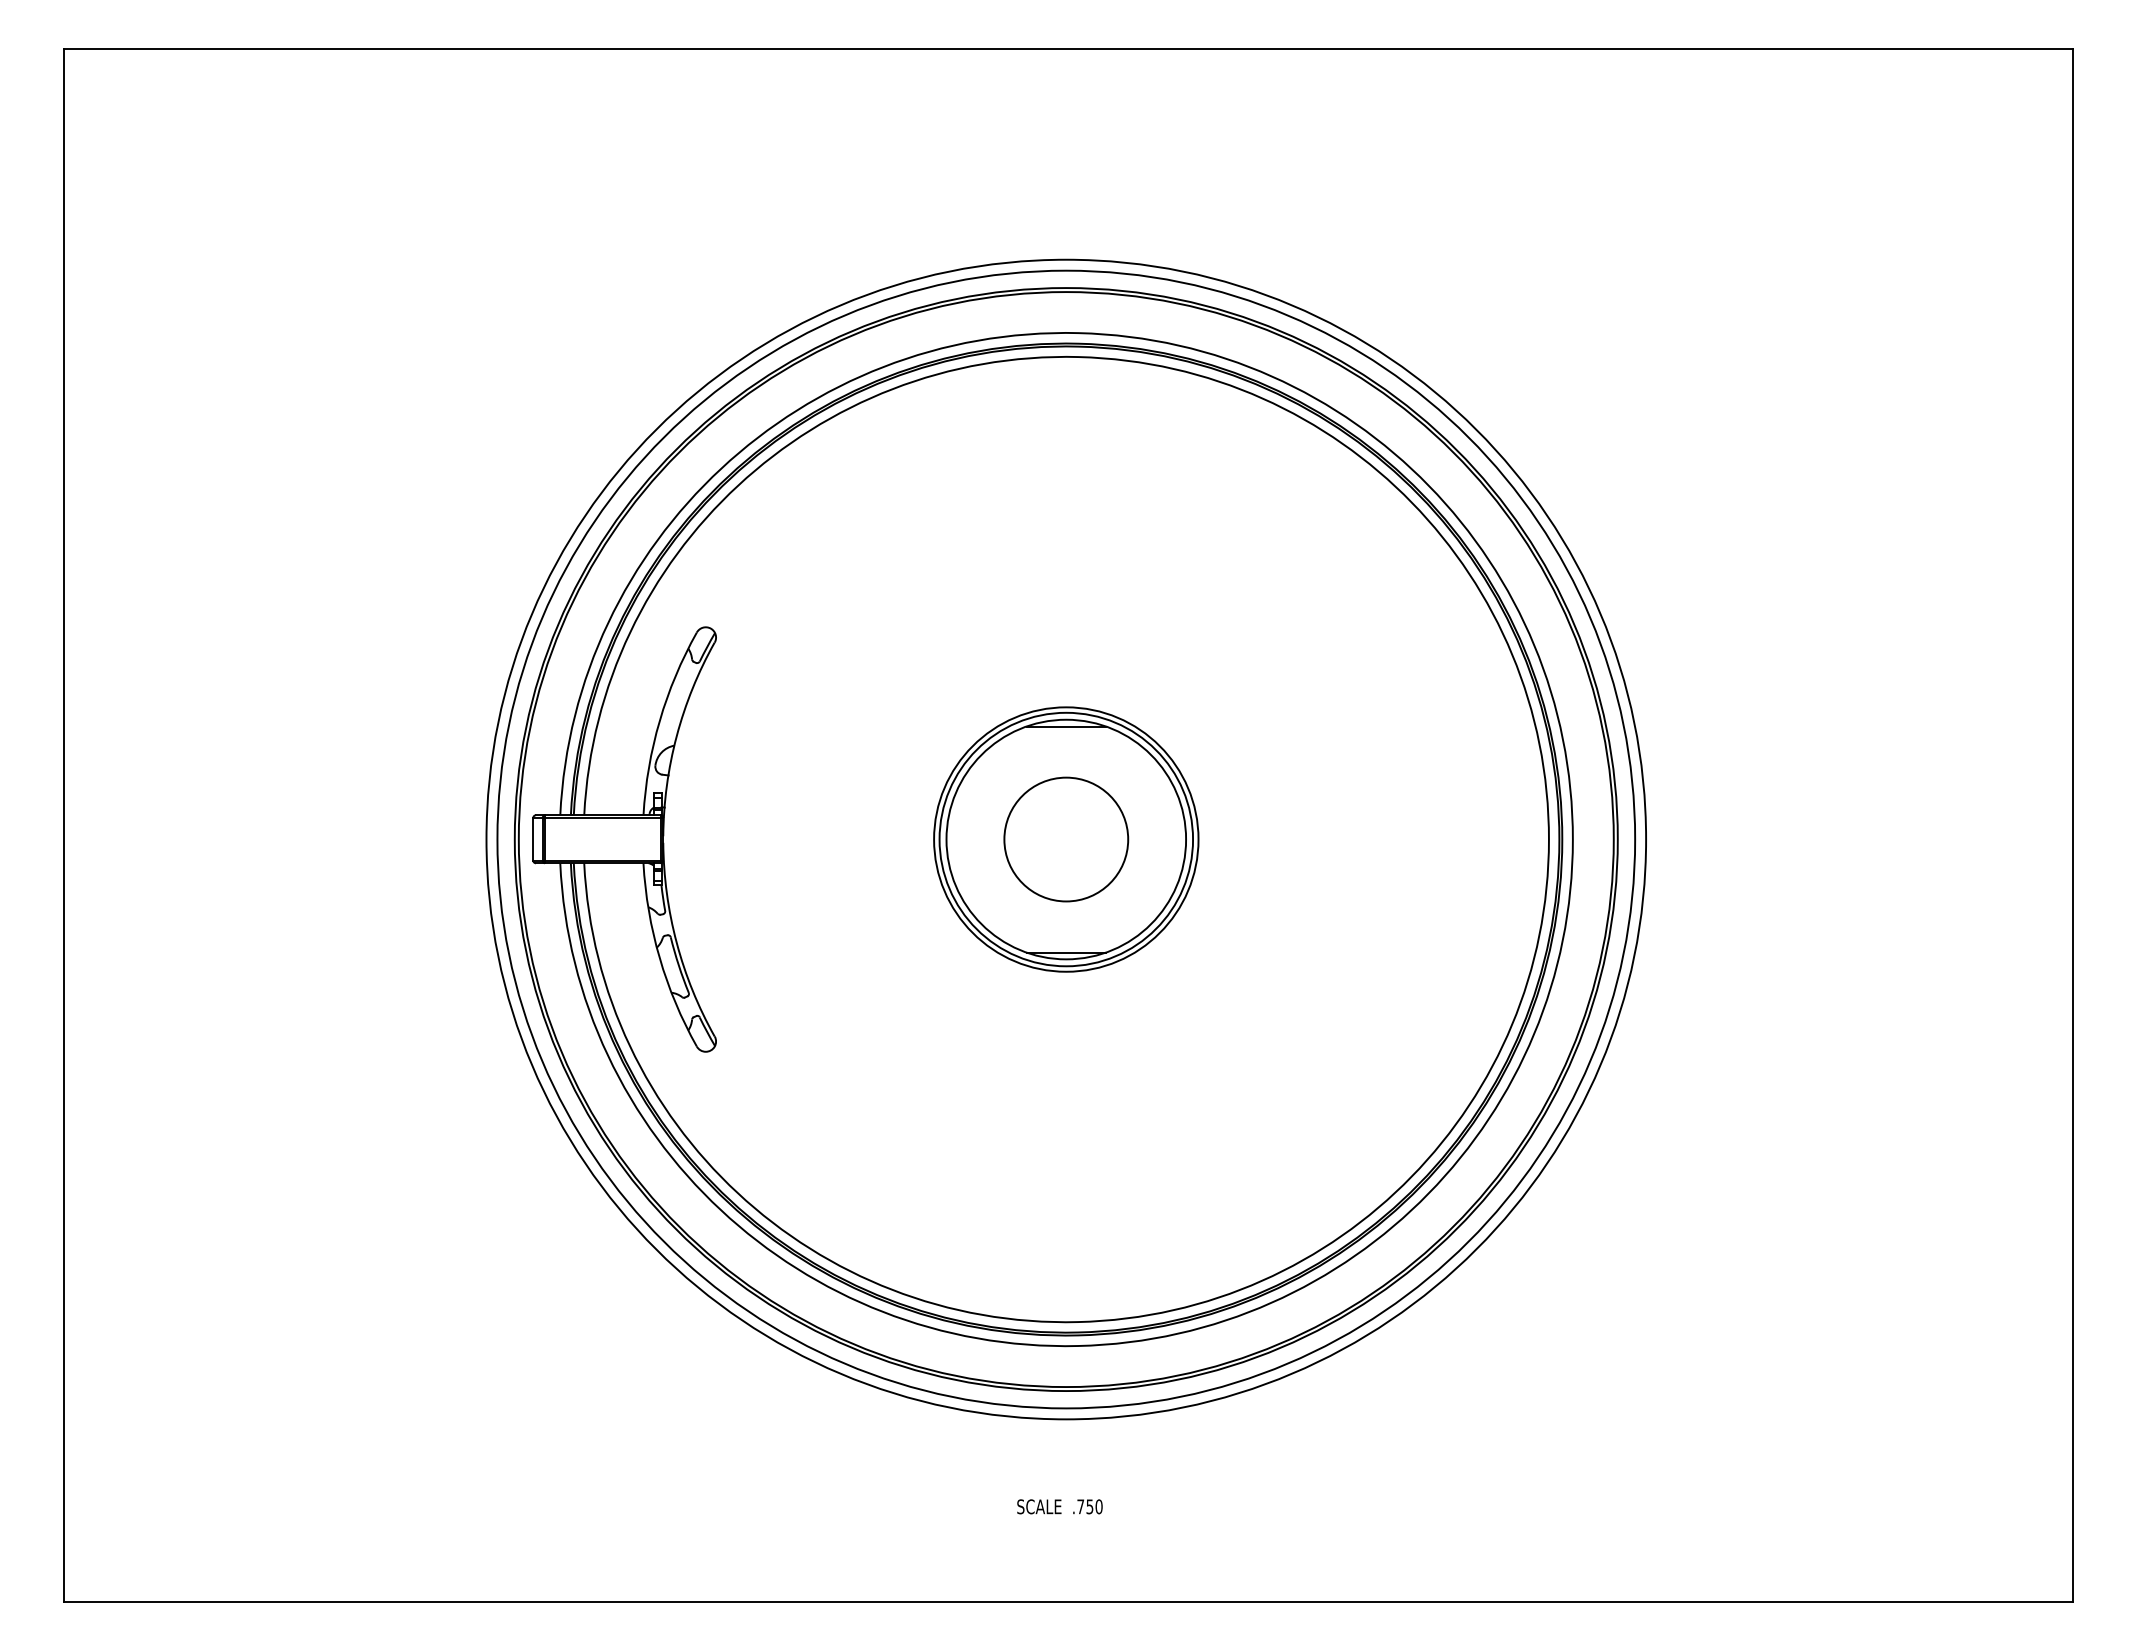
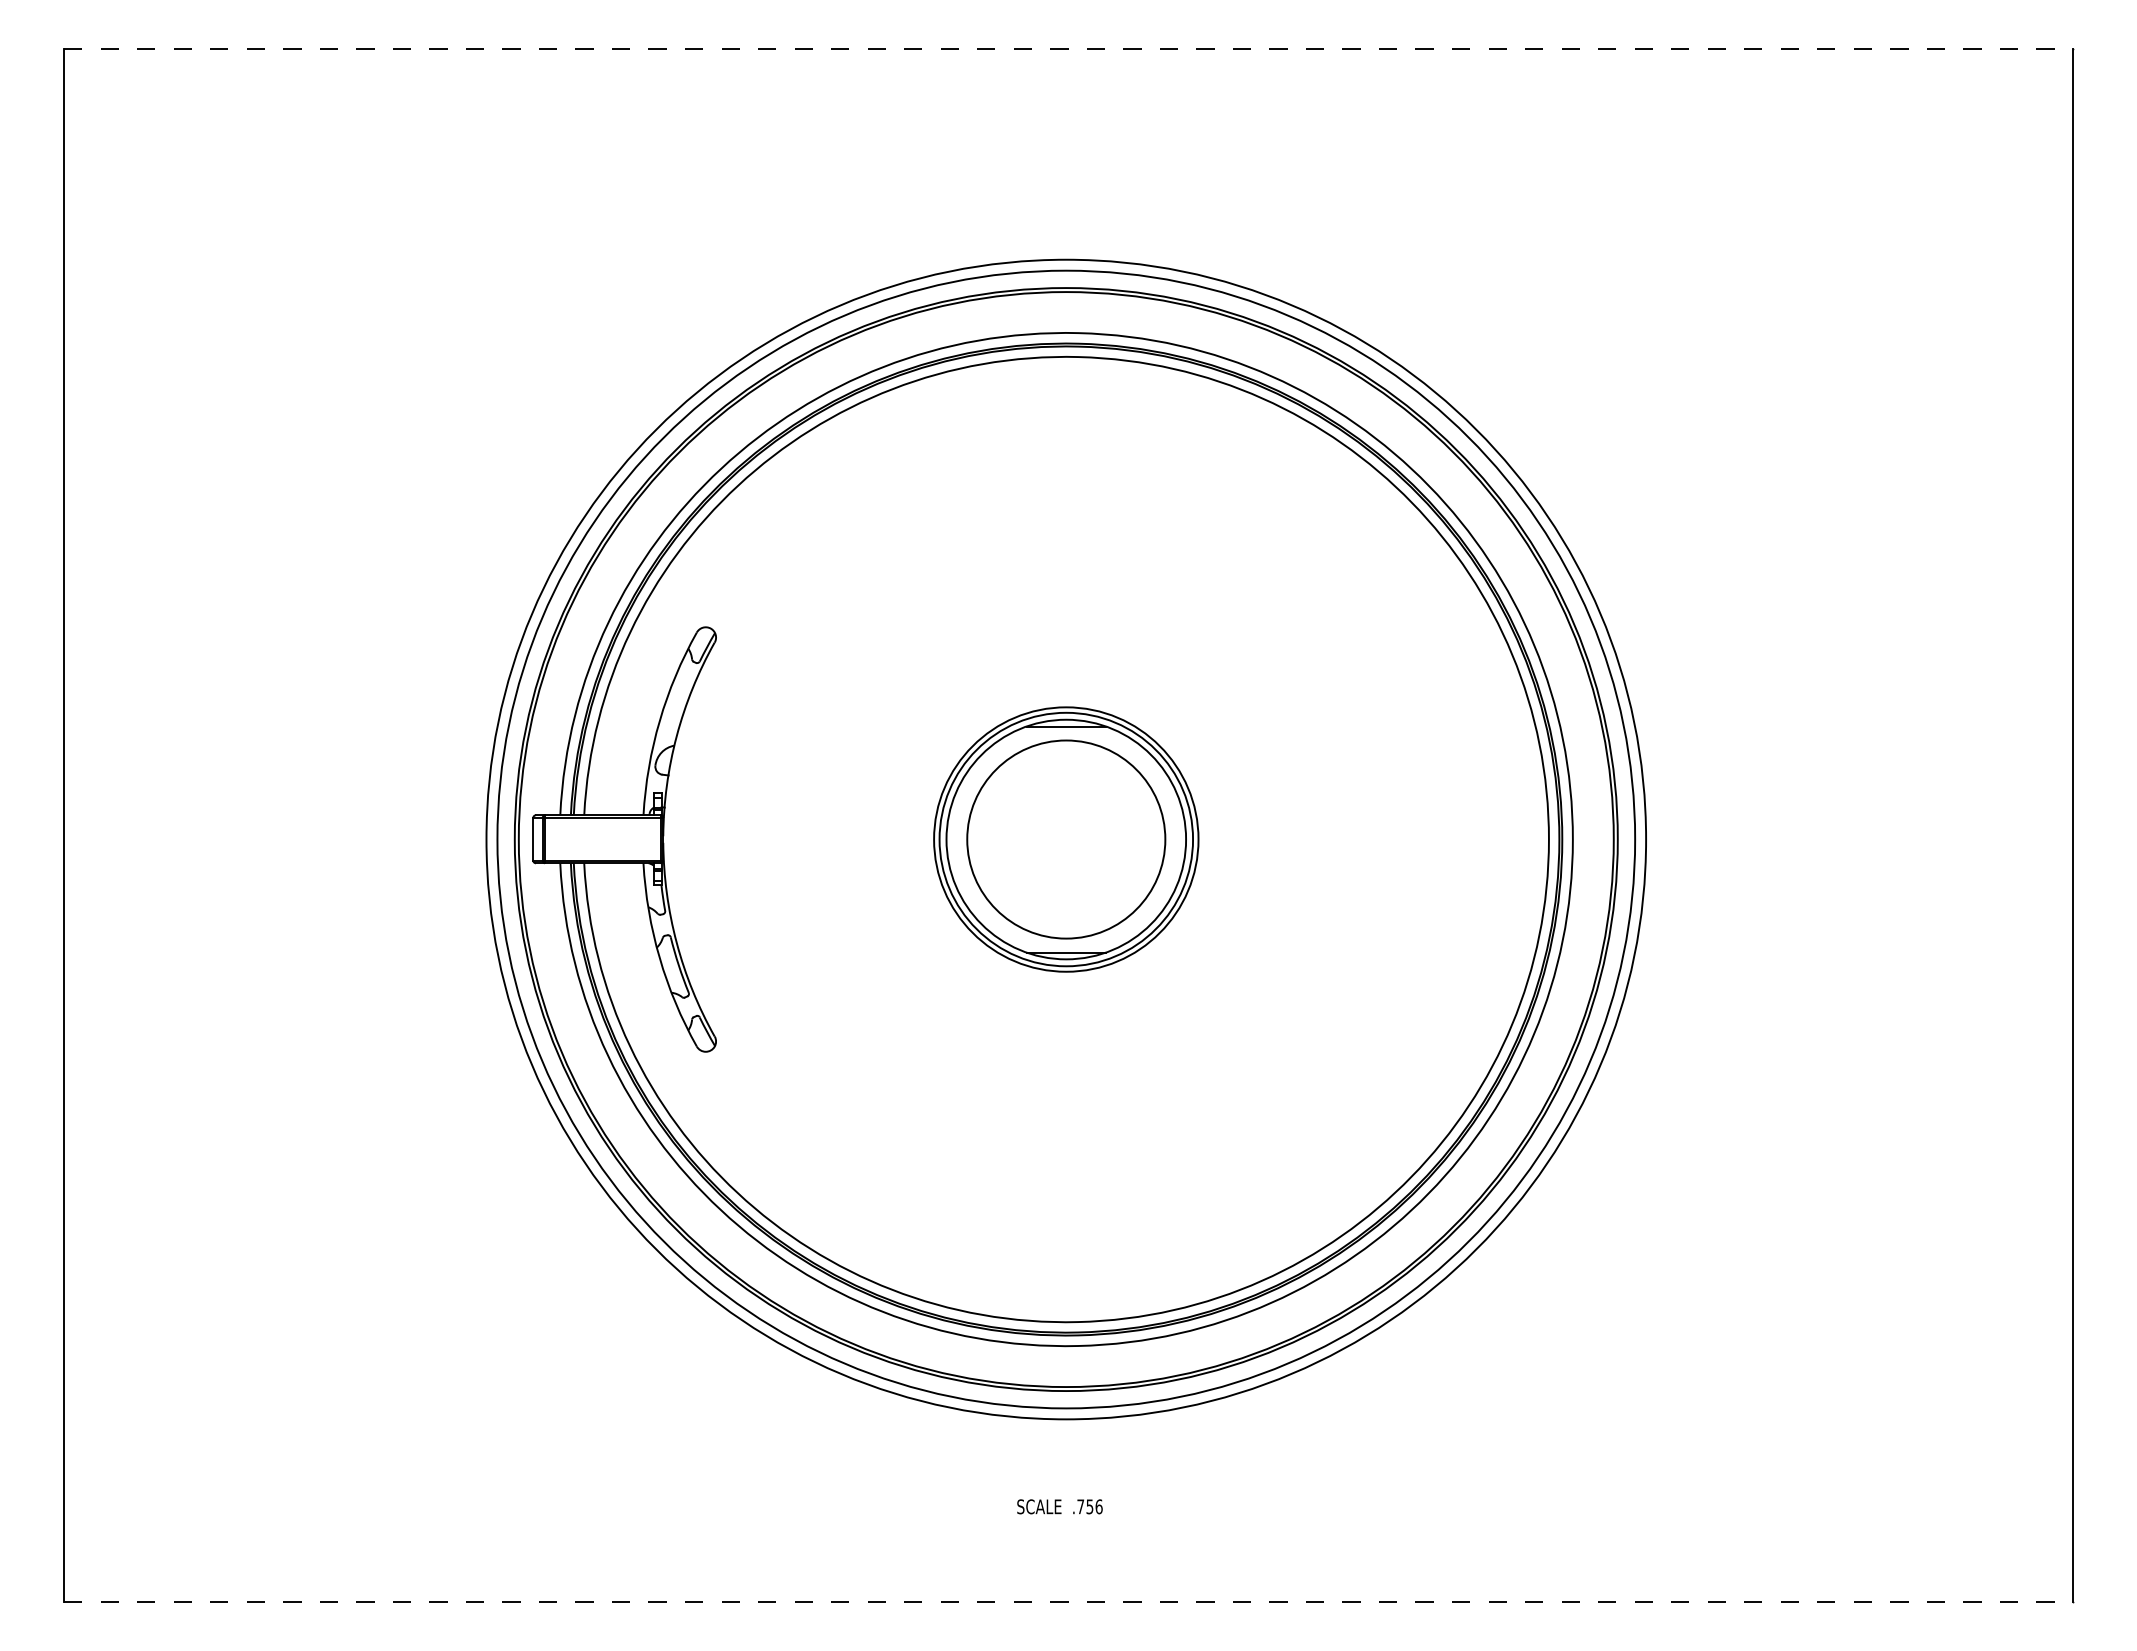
line at (1068, 49): solid -> dashed
circle at (1066, 839) diameter: 124 px -> 198 px
text at (1098, 1506): .750 -> .756
line at (1068, 1601): solid -> dashed
